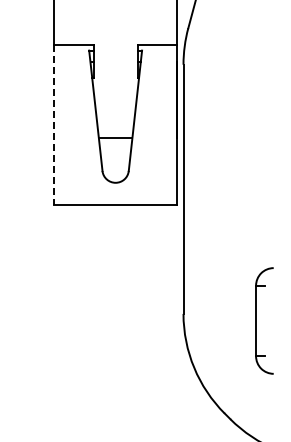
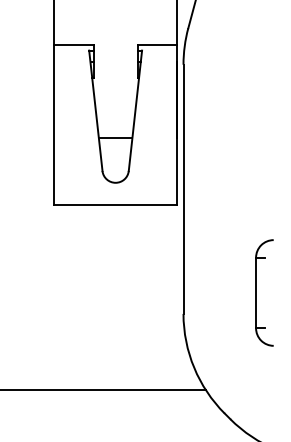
line at (53, 125): dashed -> solid
part at (256, 320) position: (256, 320) -> (256, 292)
line at (103, 389): none -> present
